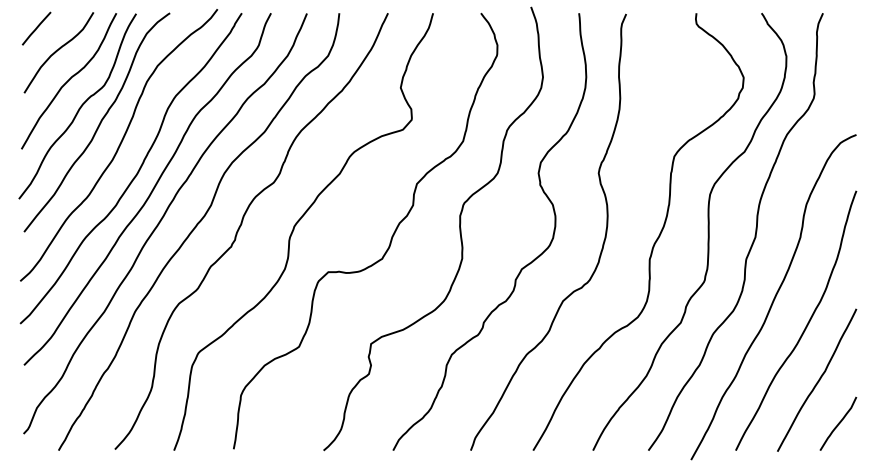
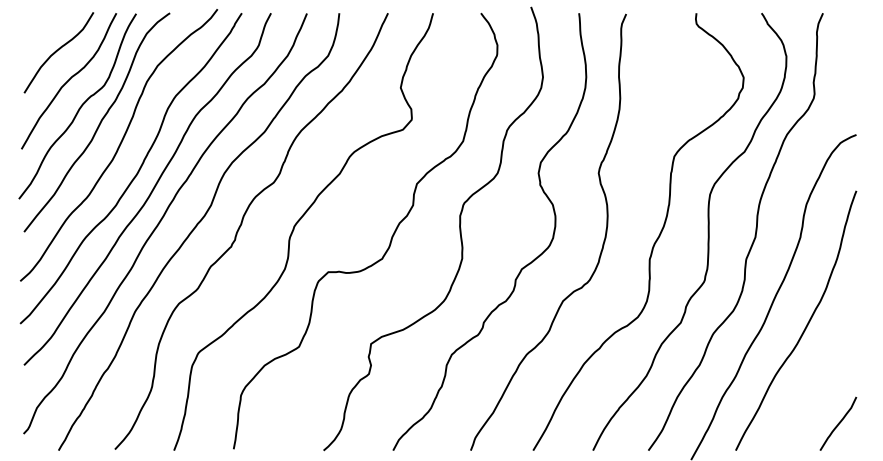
line at (36, 28): present -> none
curve at (818, 379): present -> none
